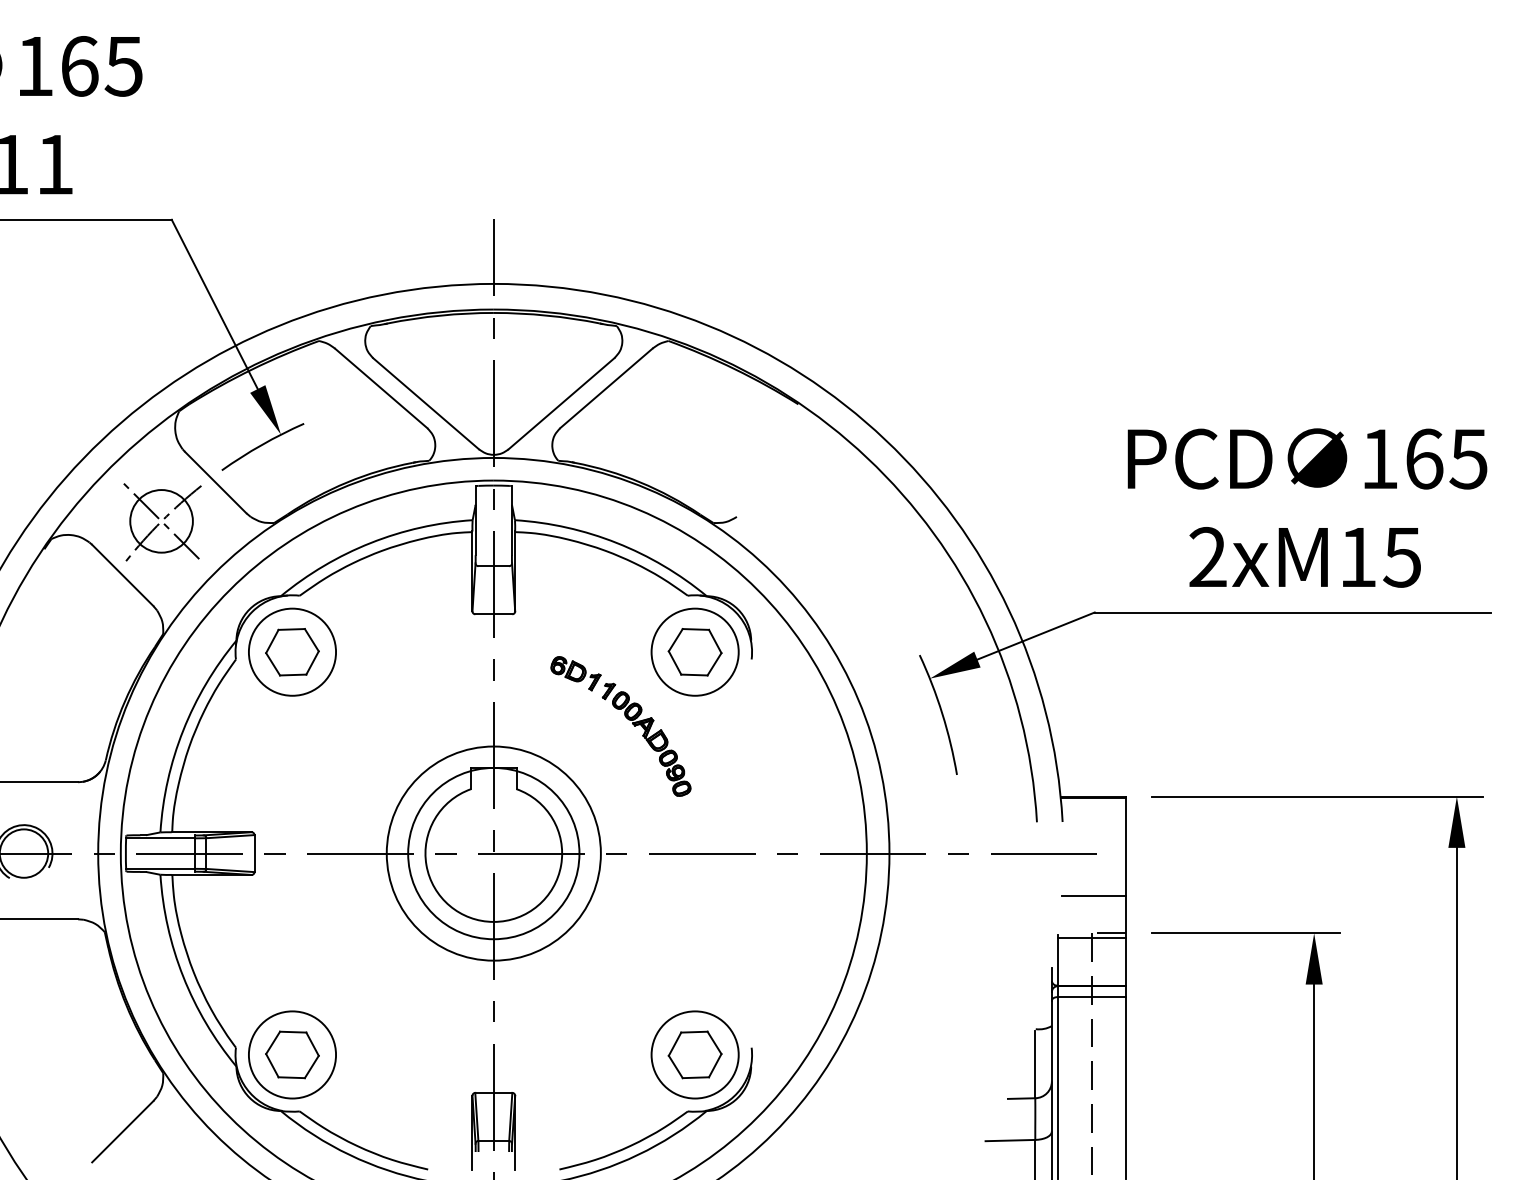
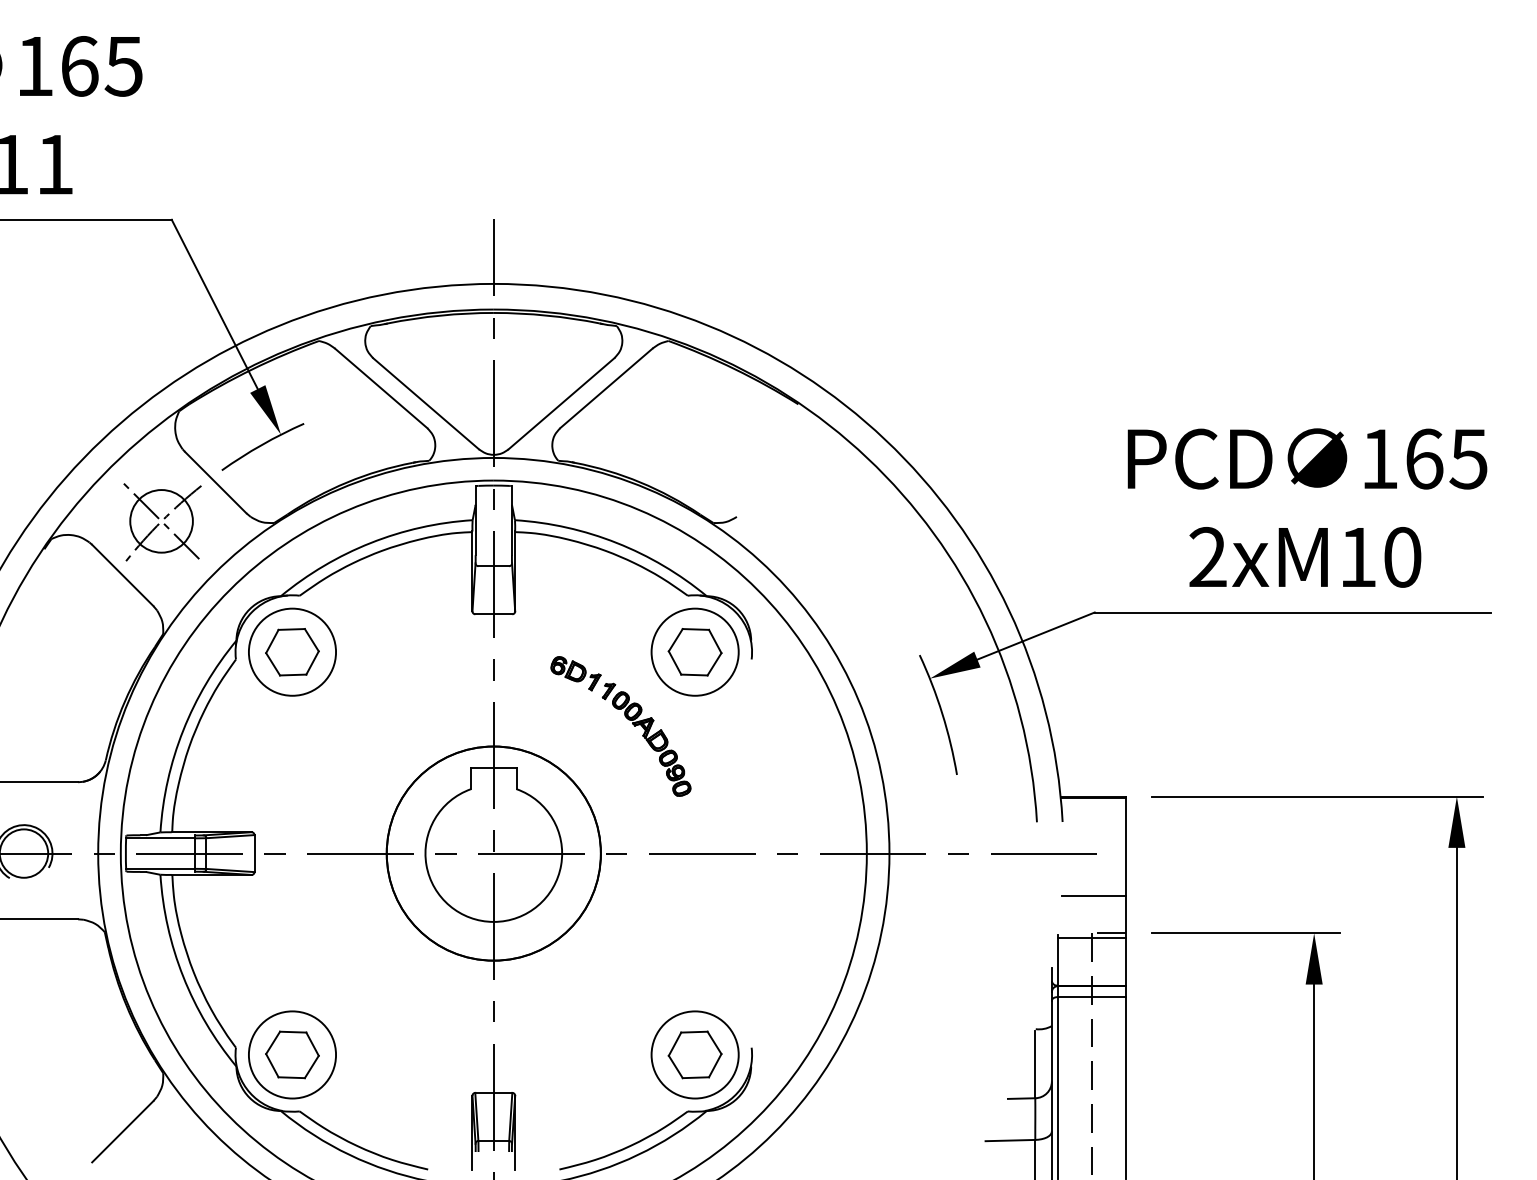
text at (1402, 557): 2xM15 -> 2xM10
circle at (493, 853) diameter: 171 px -> 214 px
